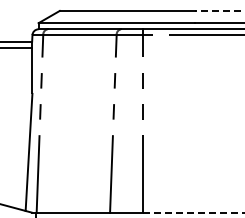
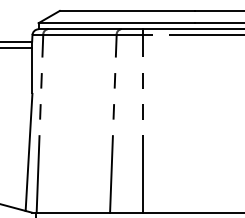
line at (219, 10): dashed -> solid
line at (193, 212): dashed -> solid
